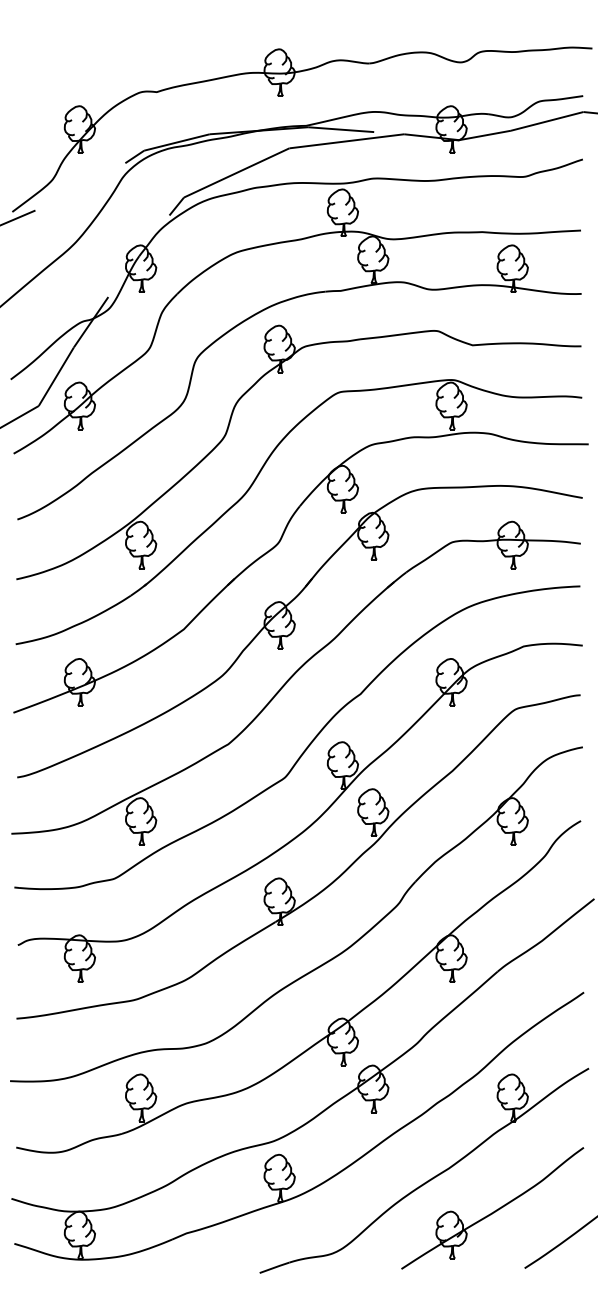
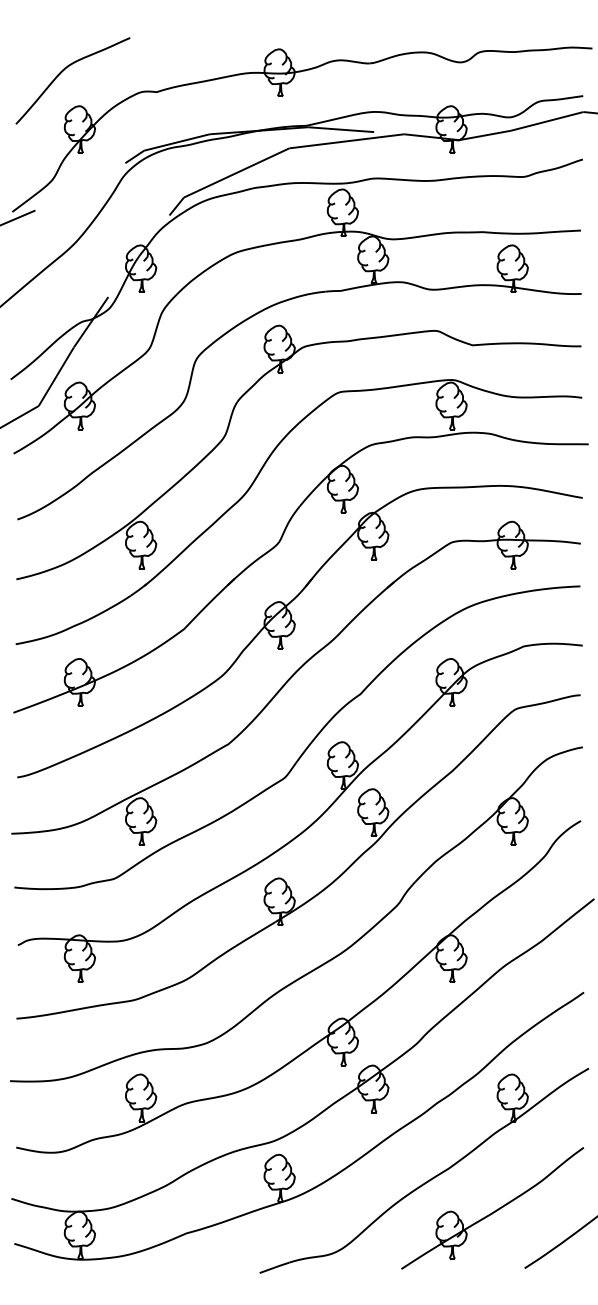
curve at (63, 71): none -> present
